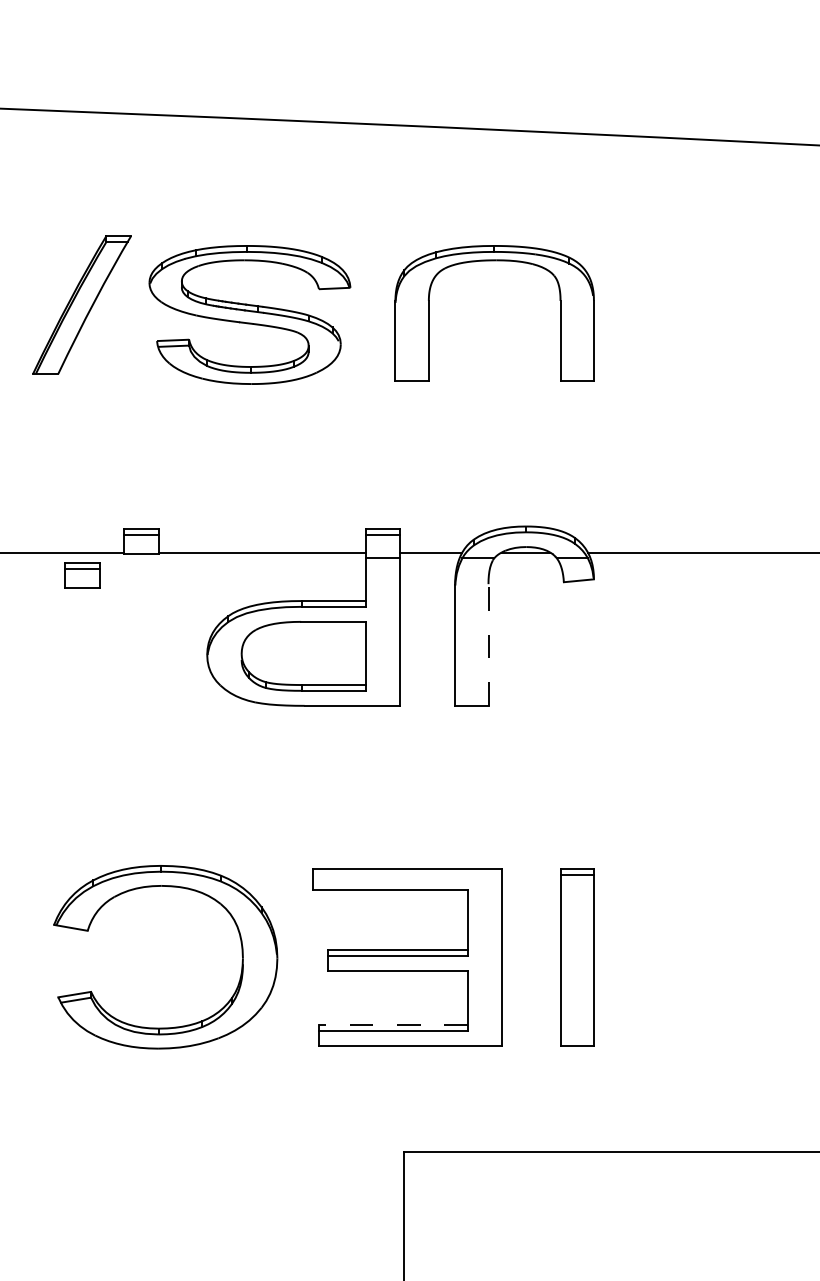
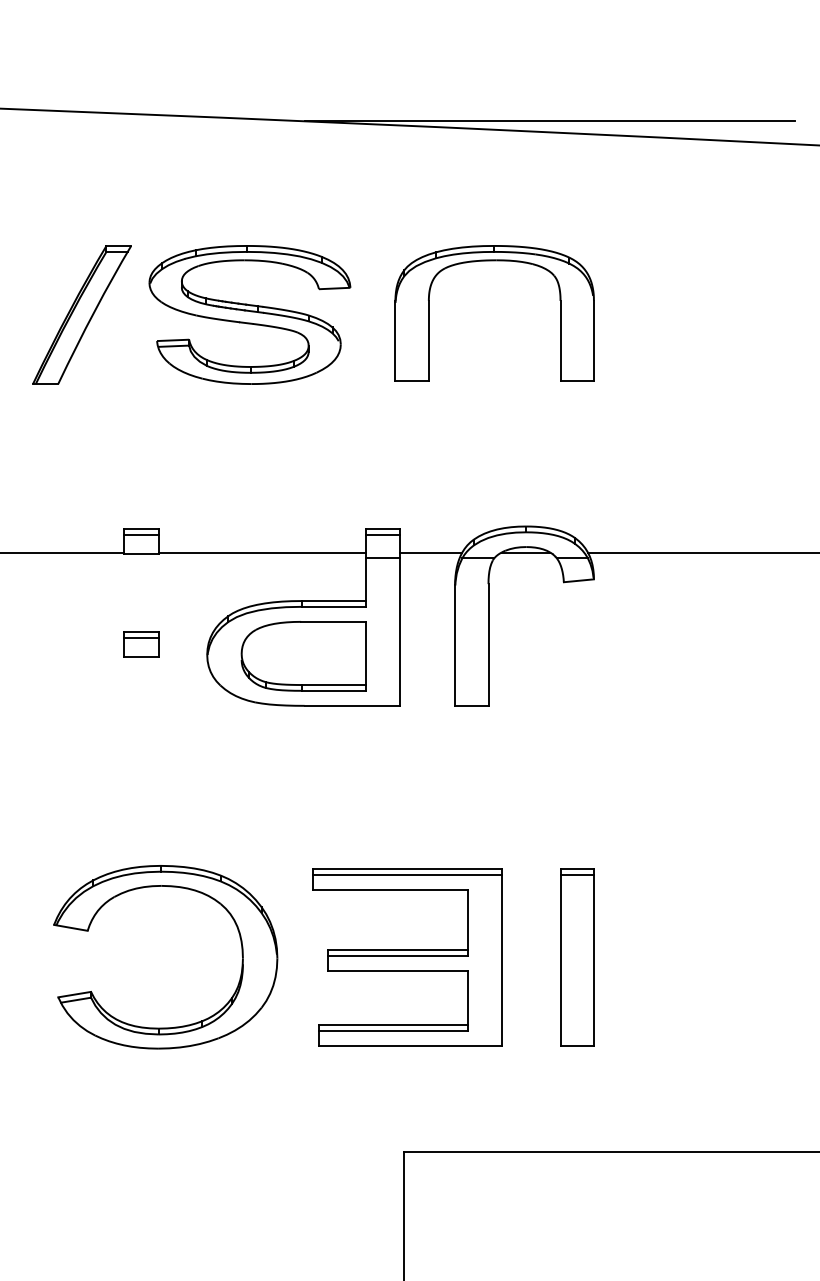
line at (549, 121): none -> present
part at (81, 304) position: (81, 304) -> (81, 314)
part at (82, 575) position: (82, 575) -> (141, 644)
line at (488, 645): dashed -> solid
line at (407, 874): none -> present
line at (393, 1024): dashed -> solid
